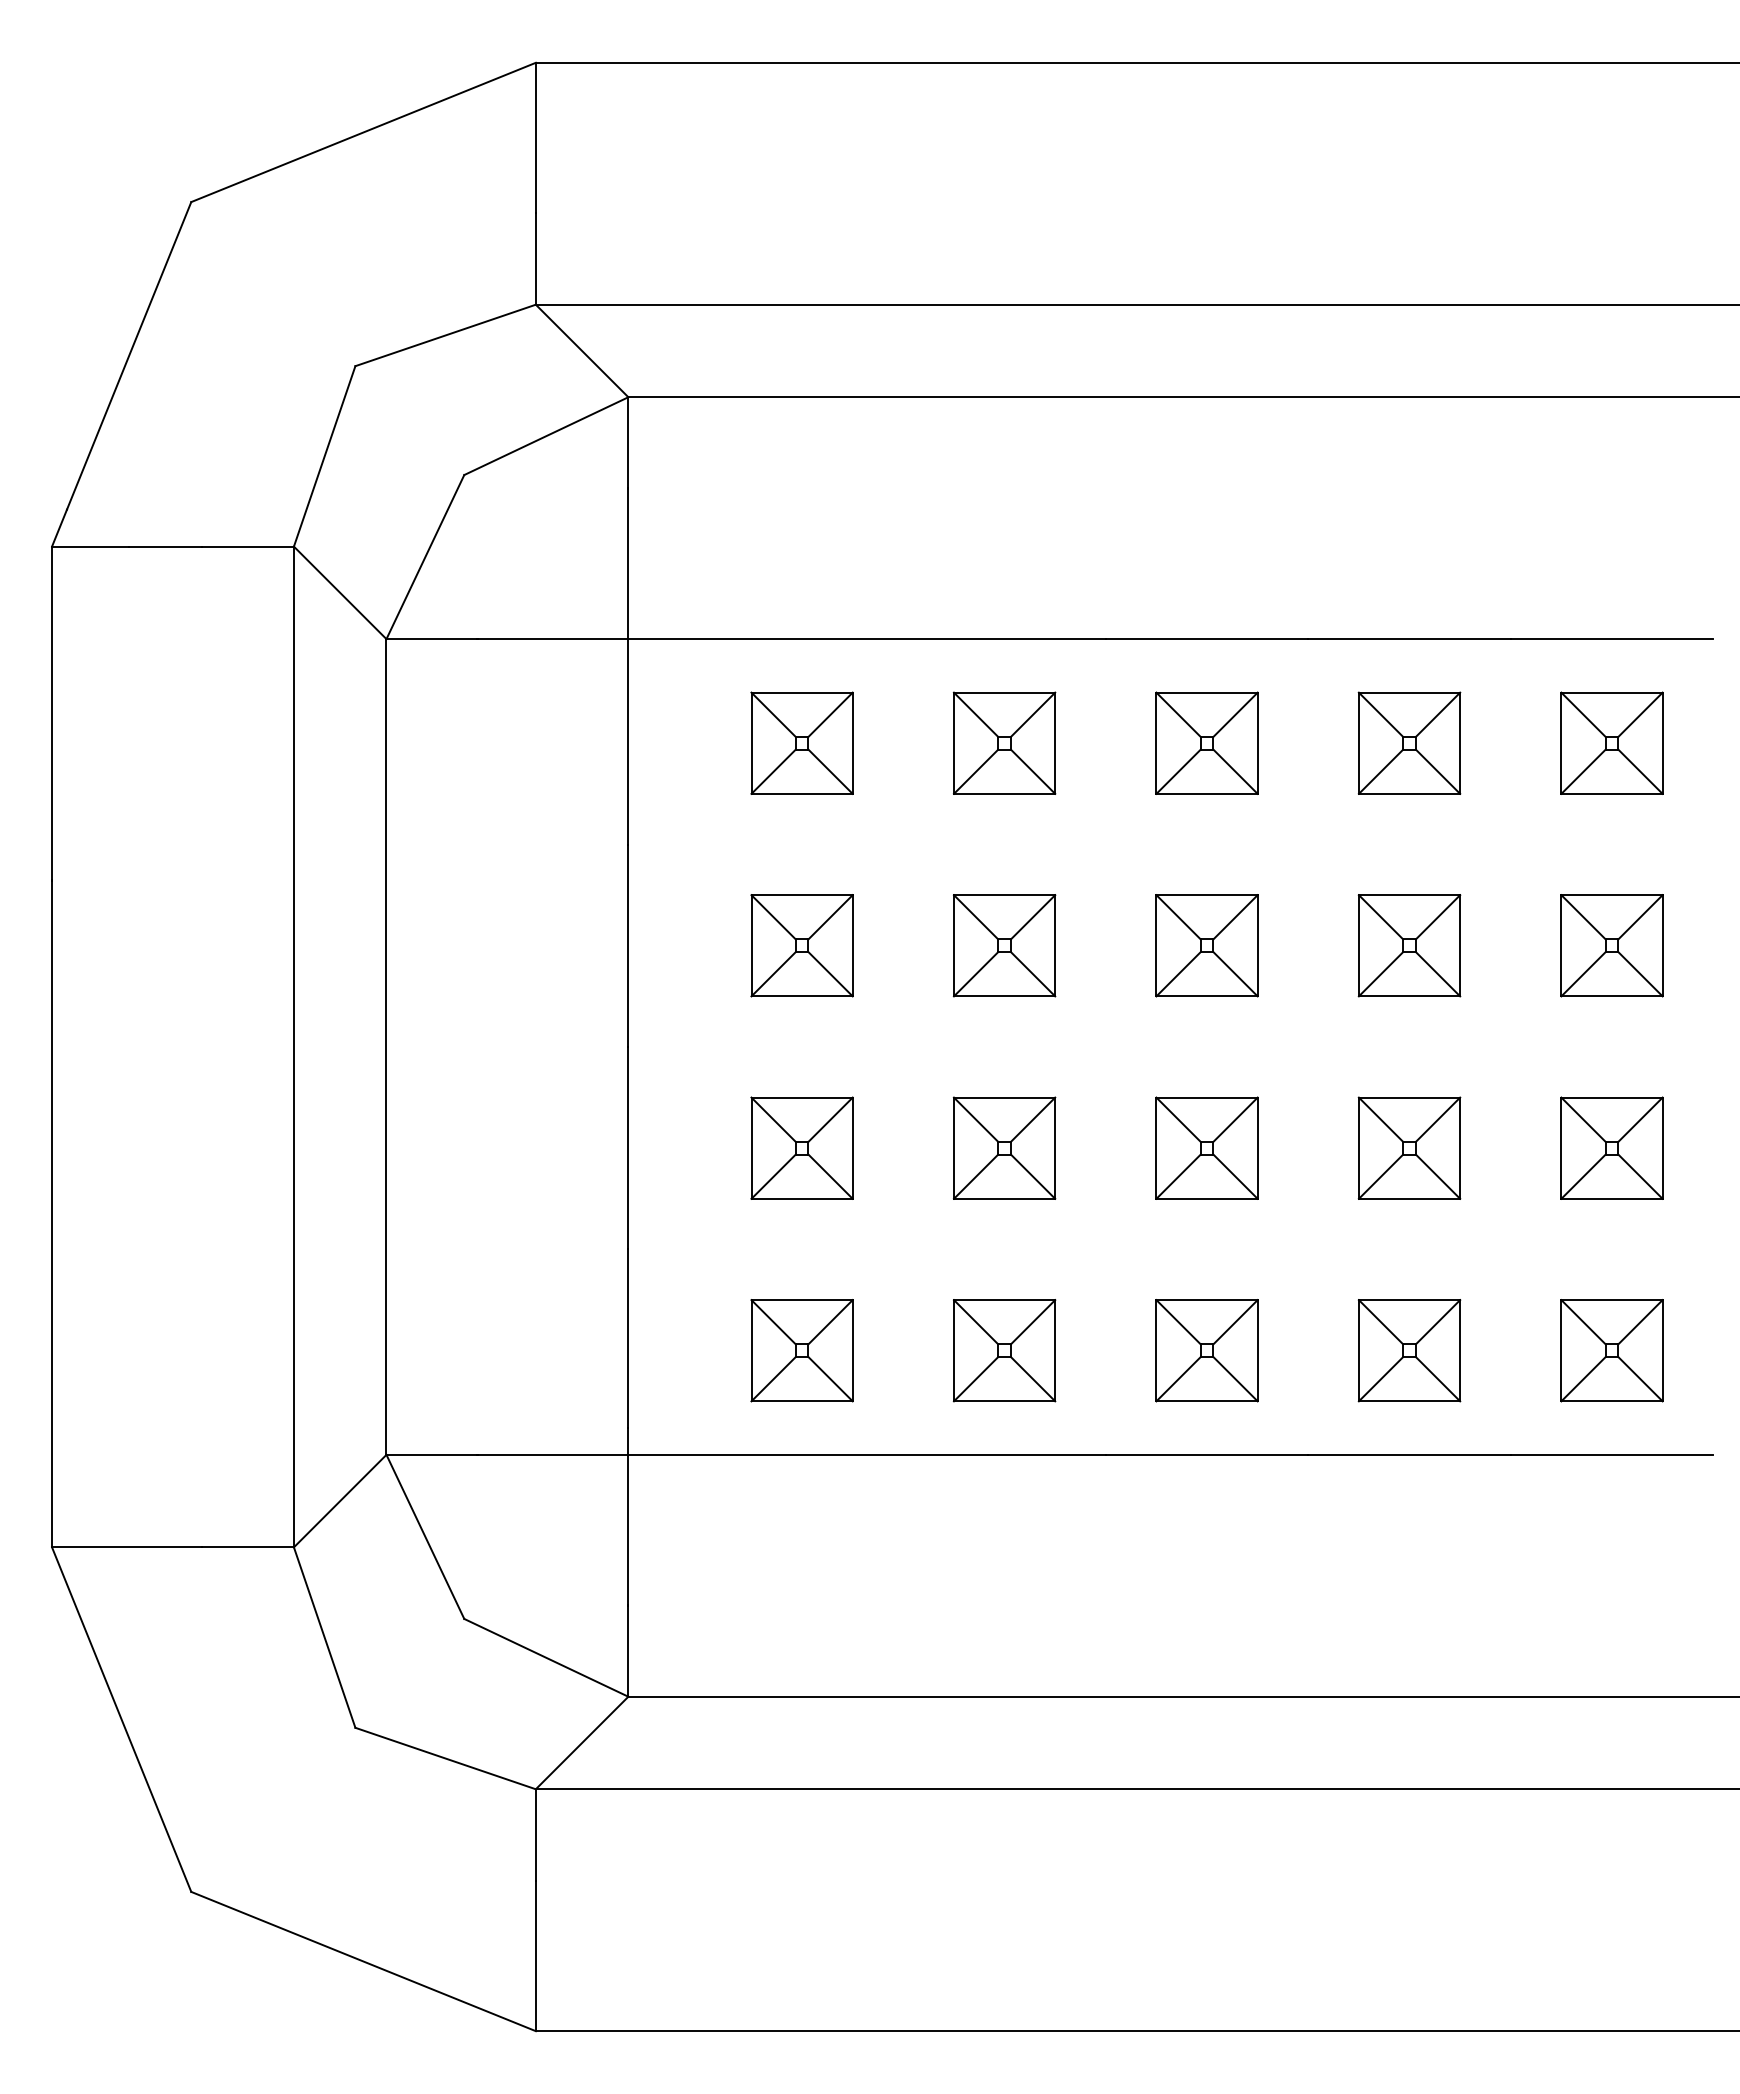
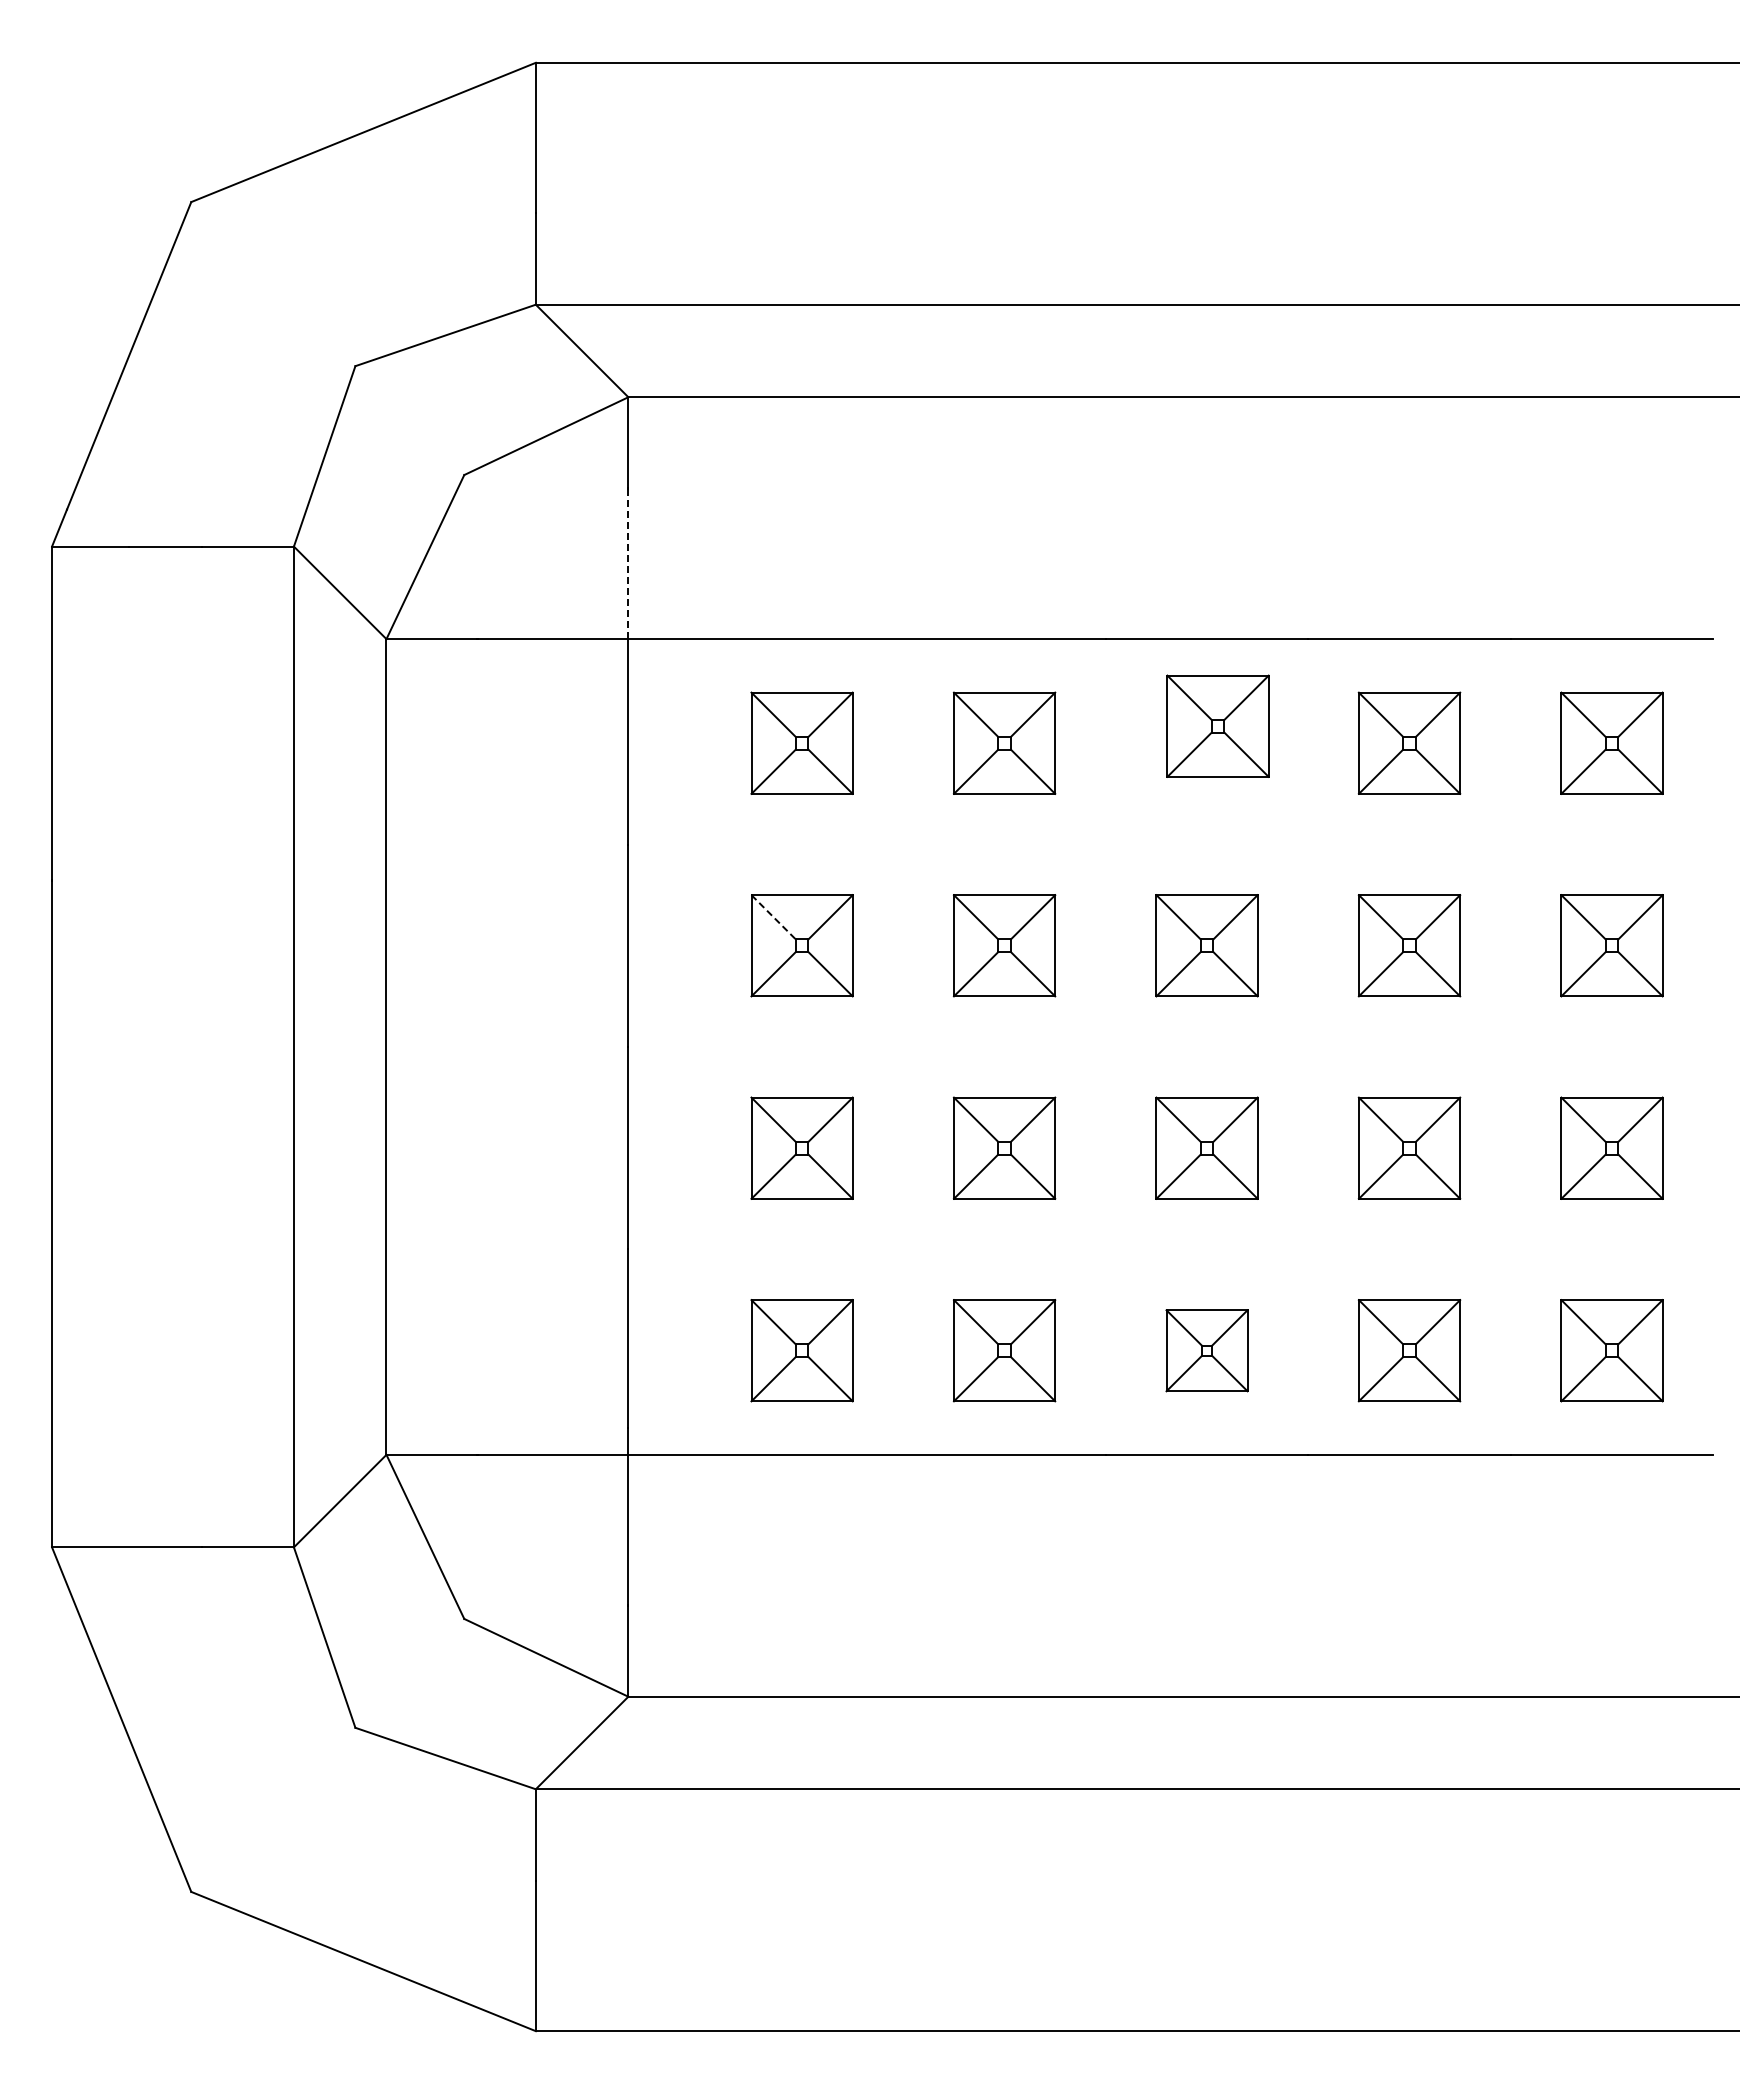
line at (628, 564): solid -> dashed
part at (1206, 742) position: (1206, 742) -> (1217, 725)
line at (774, 917): solid -> dashed
part at (1206, 1350) size: 104x104 px -> 84x84 px
